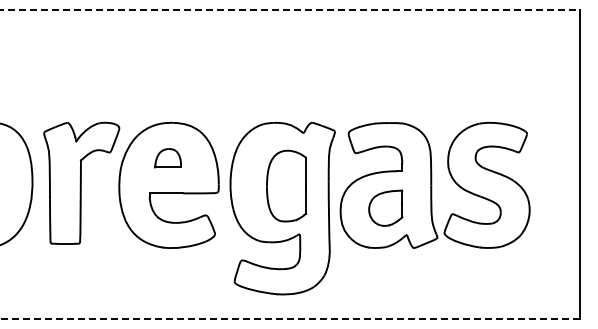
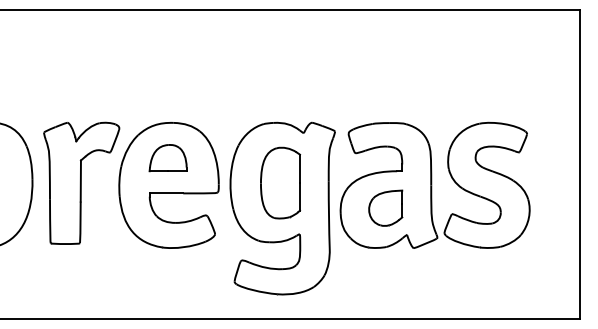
line at (290, 10): dashed -> solid
part at (167, 158) size: 28x21 px -> 40x29 px
part at (286, 185) position: (286, 185) -> (280, 182)
line at (290, 318): dashed -> solid
